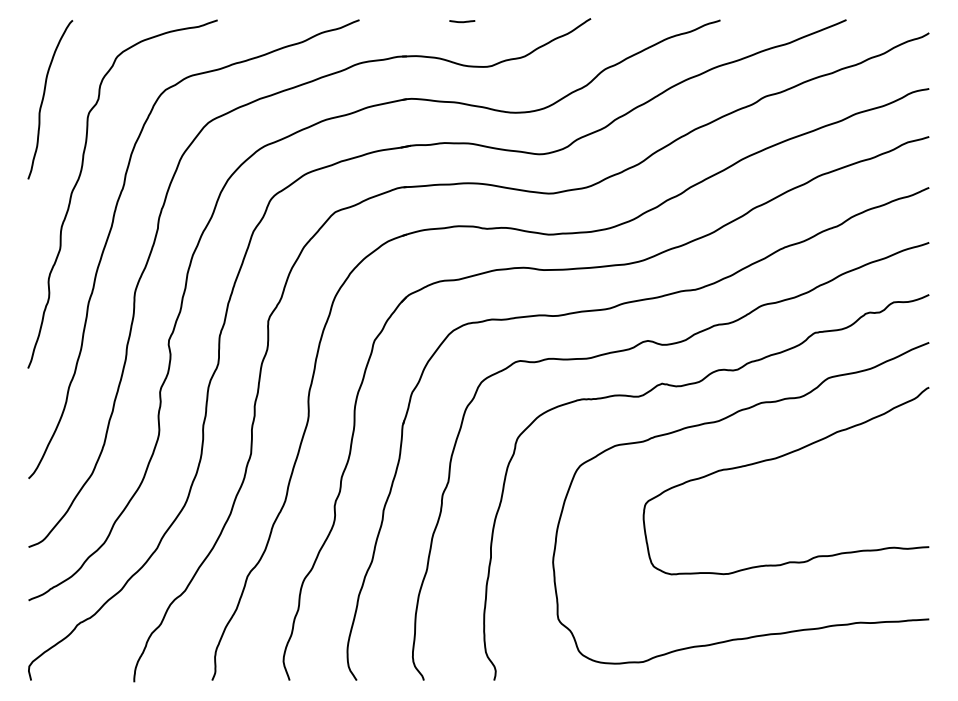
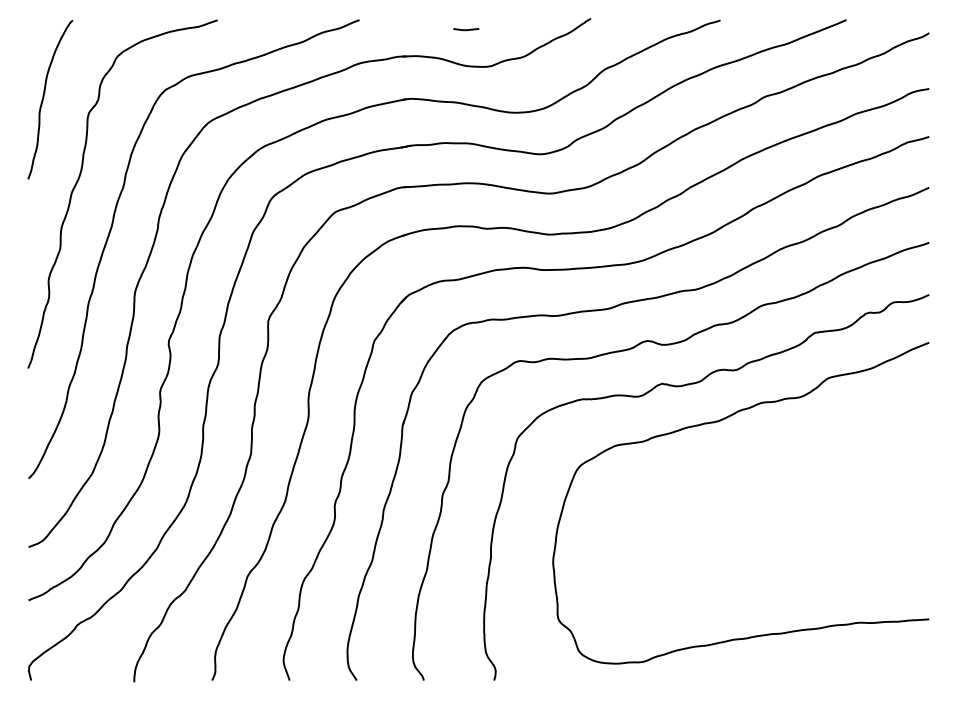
line at (462, 21) position: (462, 21) -> (466, 29)
curve at (776, 459): present -> none
